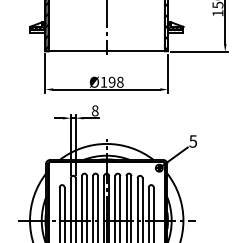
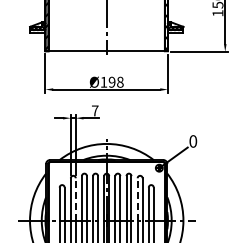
text at (94, 110): 8 -> 7
text at (193, 141): 5 -> 0
line at (75, 198): solid -> dashed
line at (137, 198): solid -> dashed
